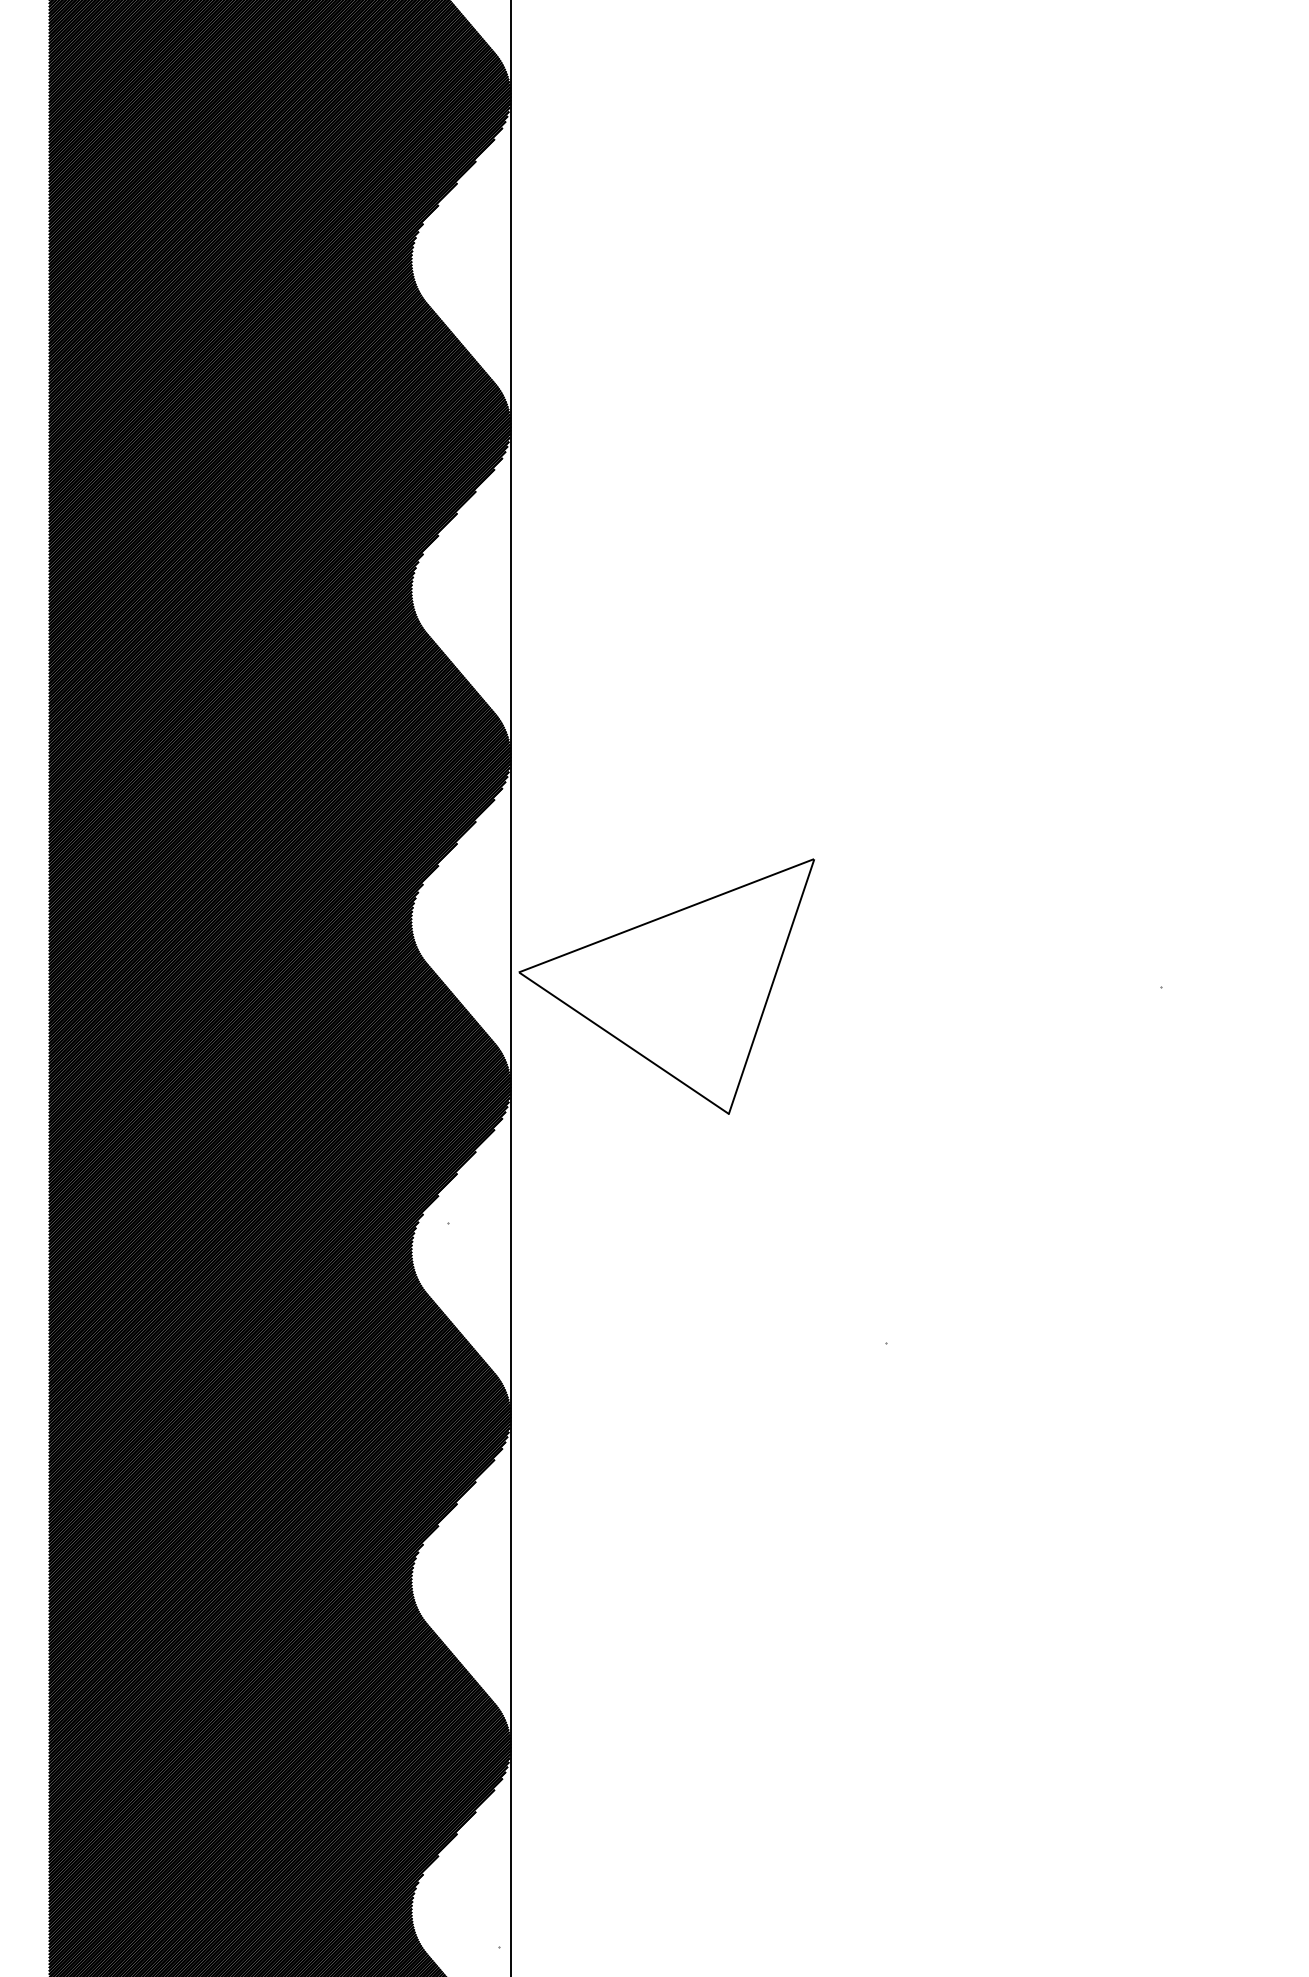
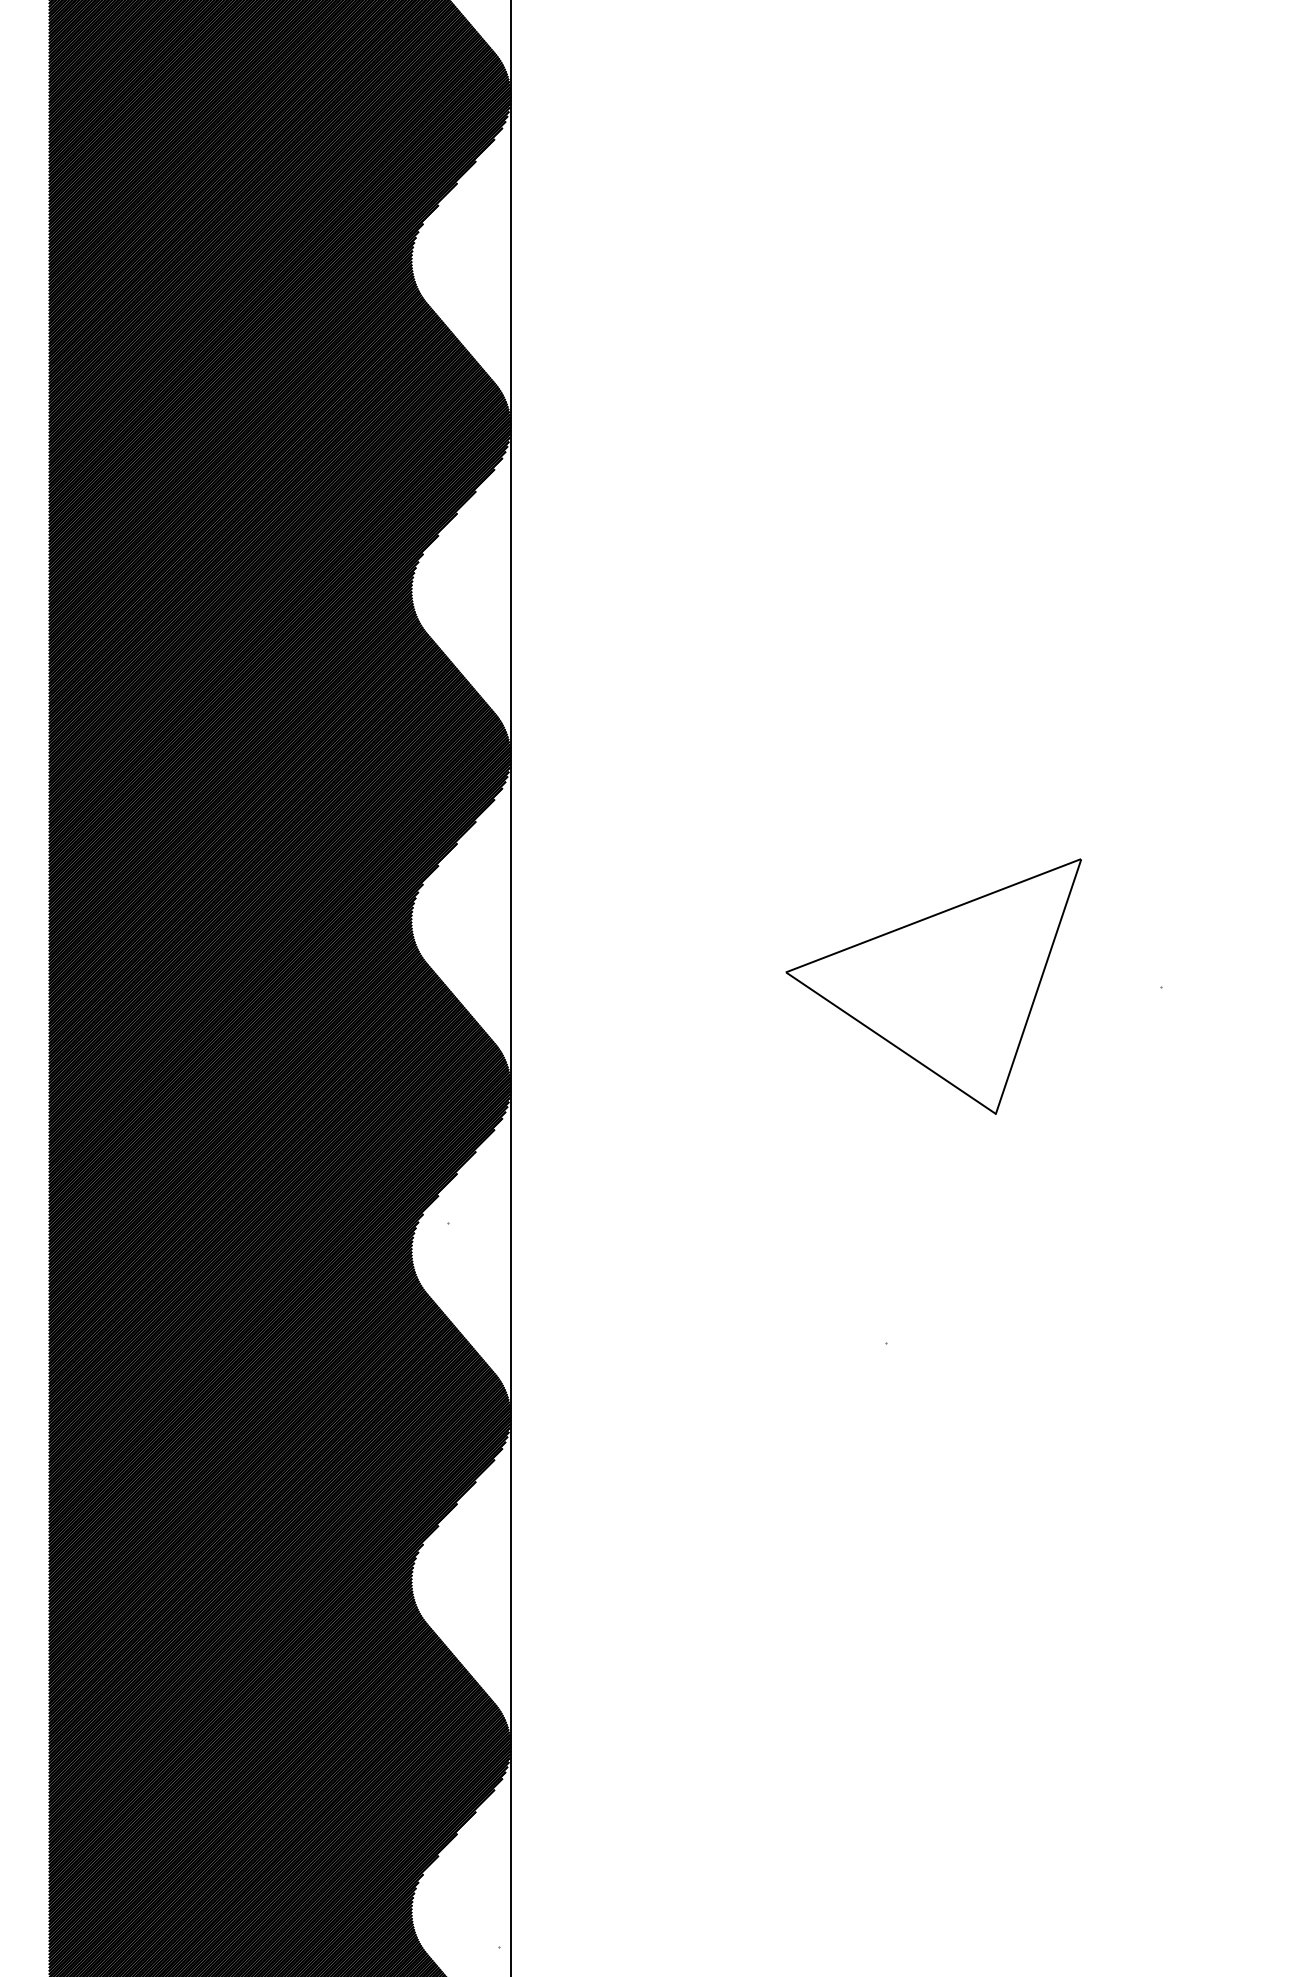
part at (666, 986) position: (666, 986) -> (933, 986)
